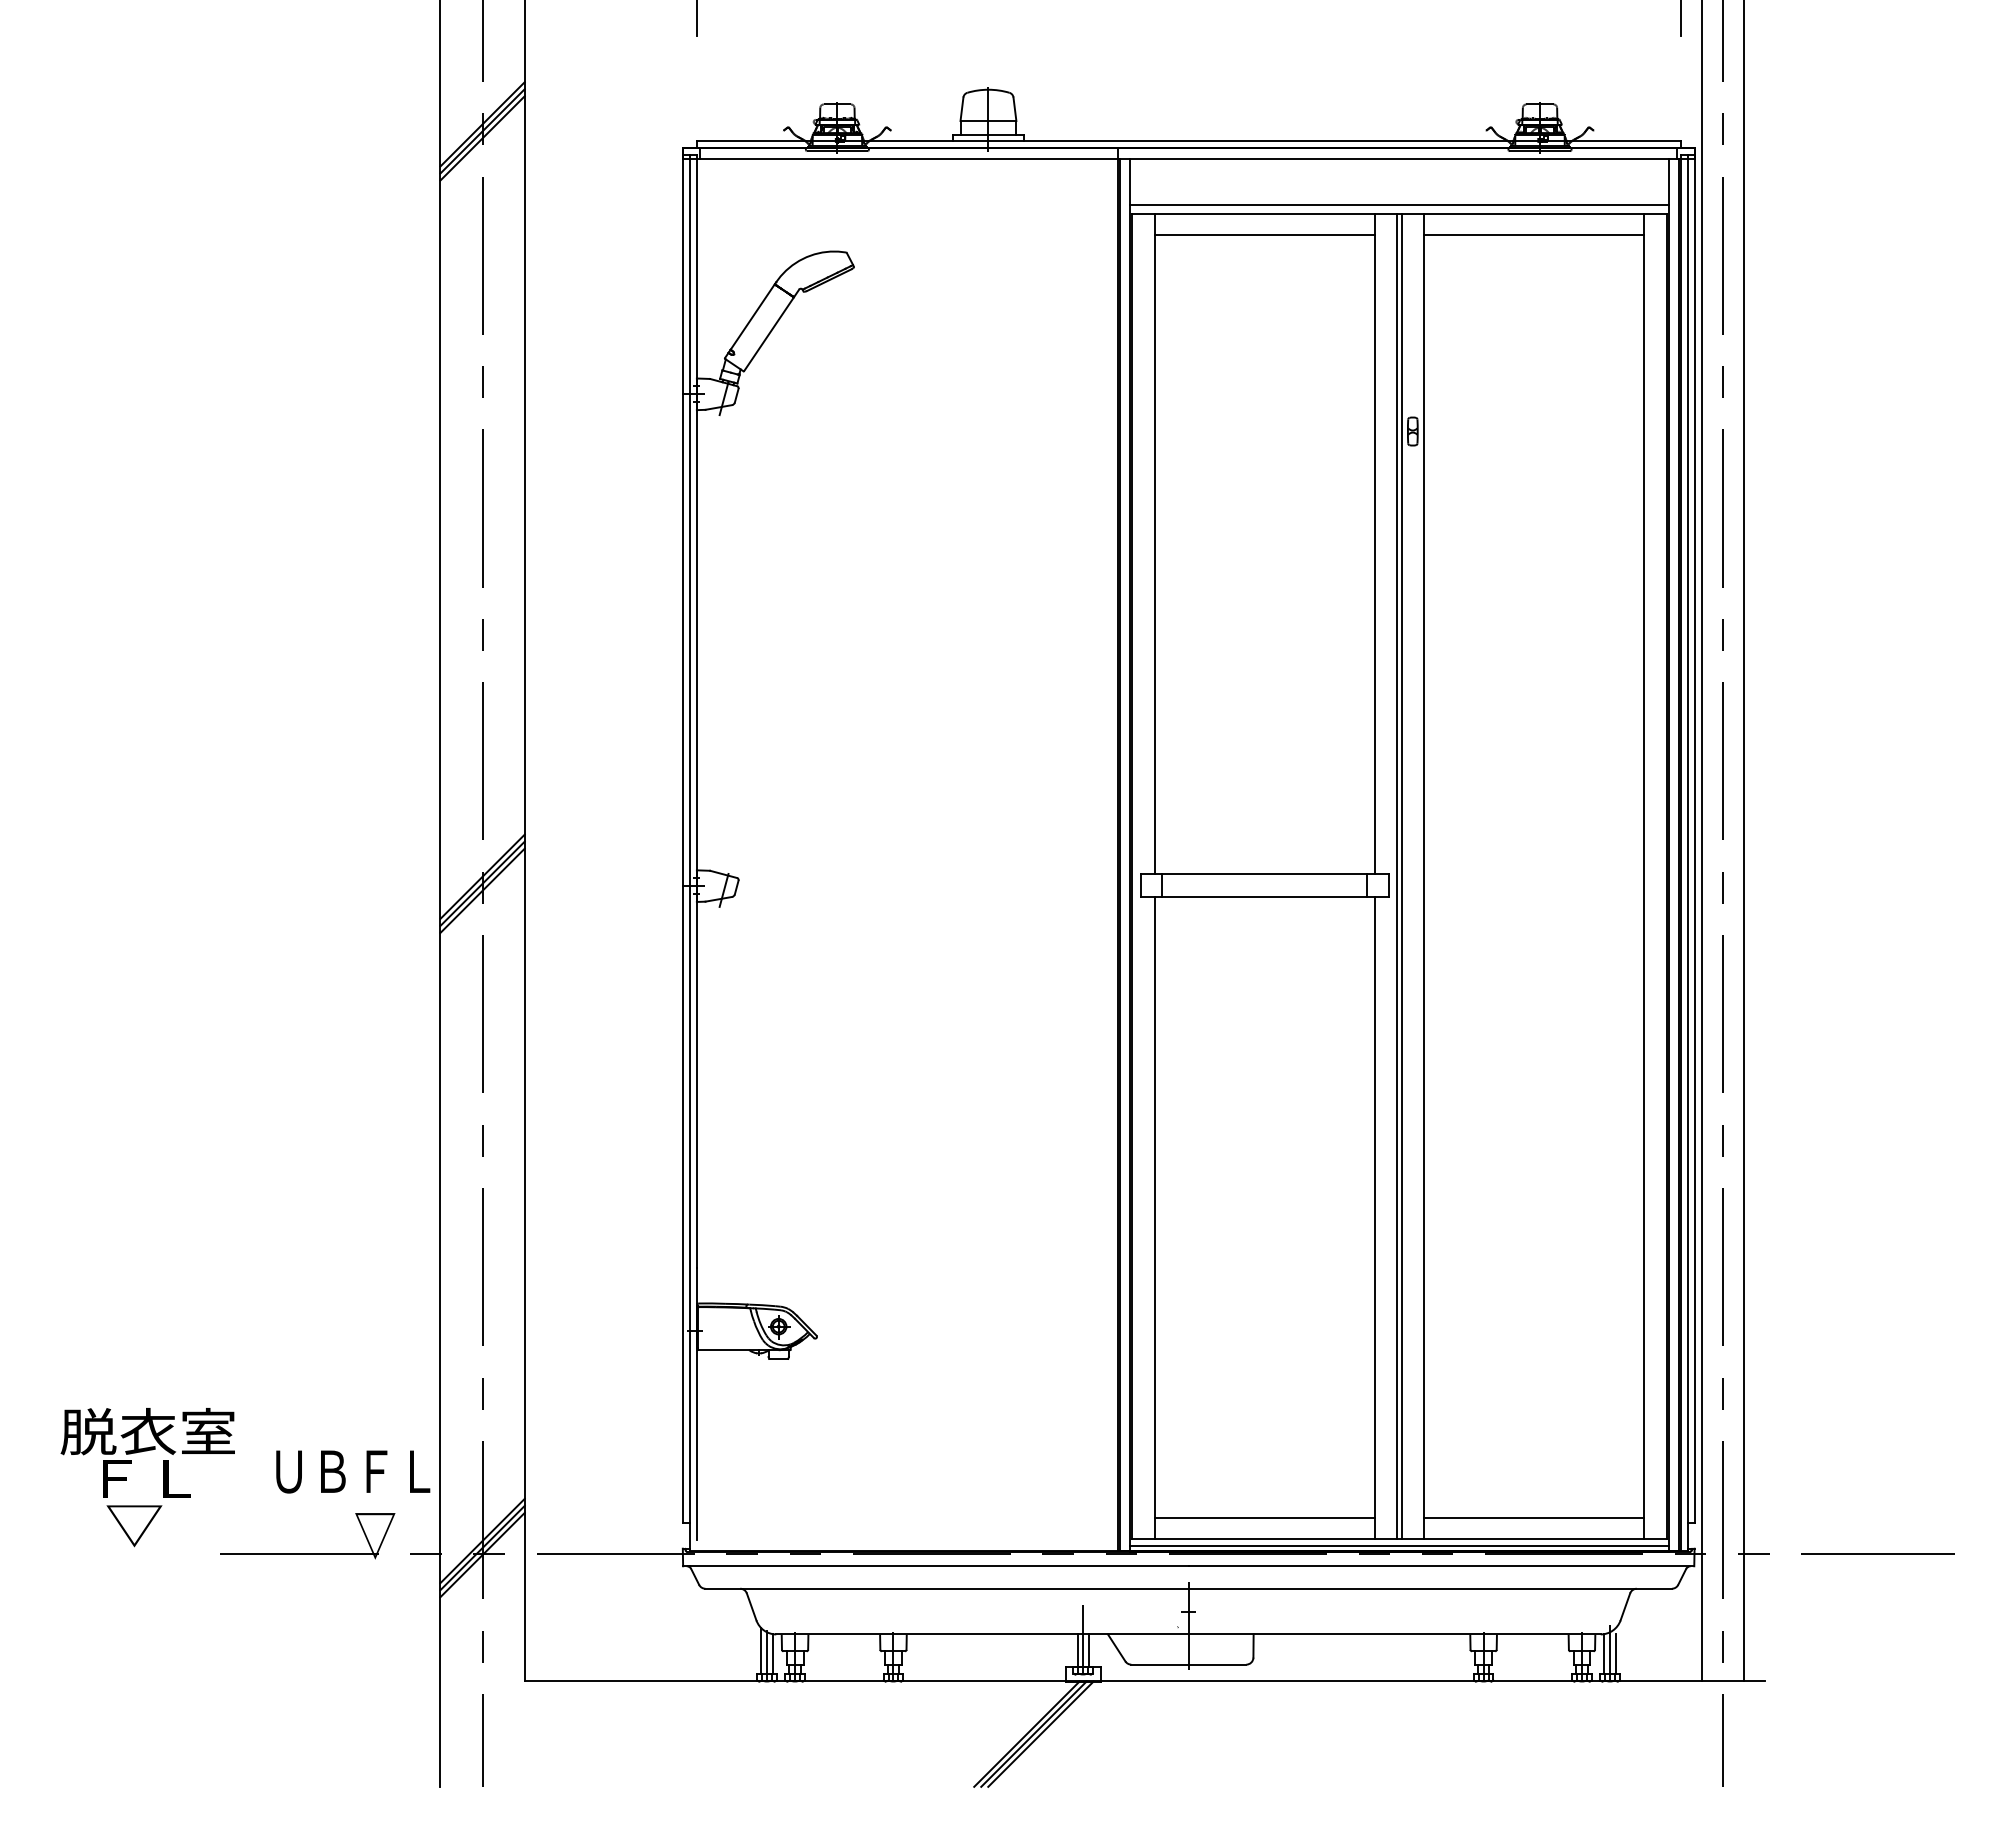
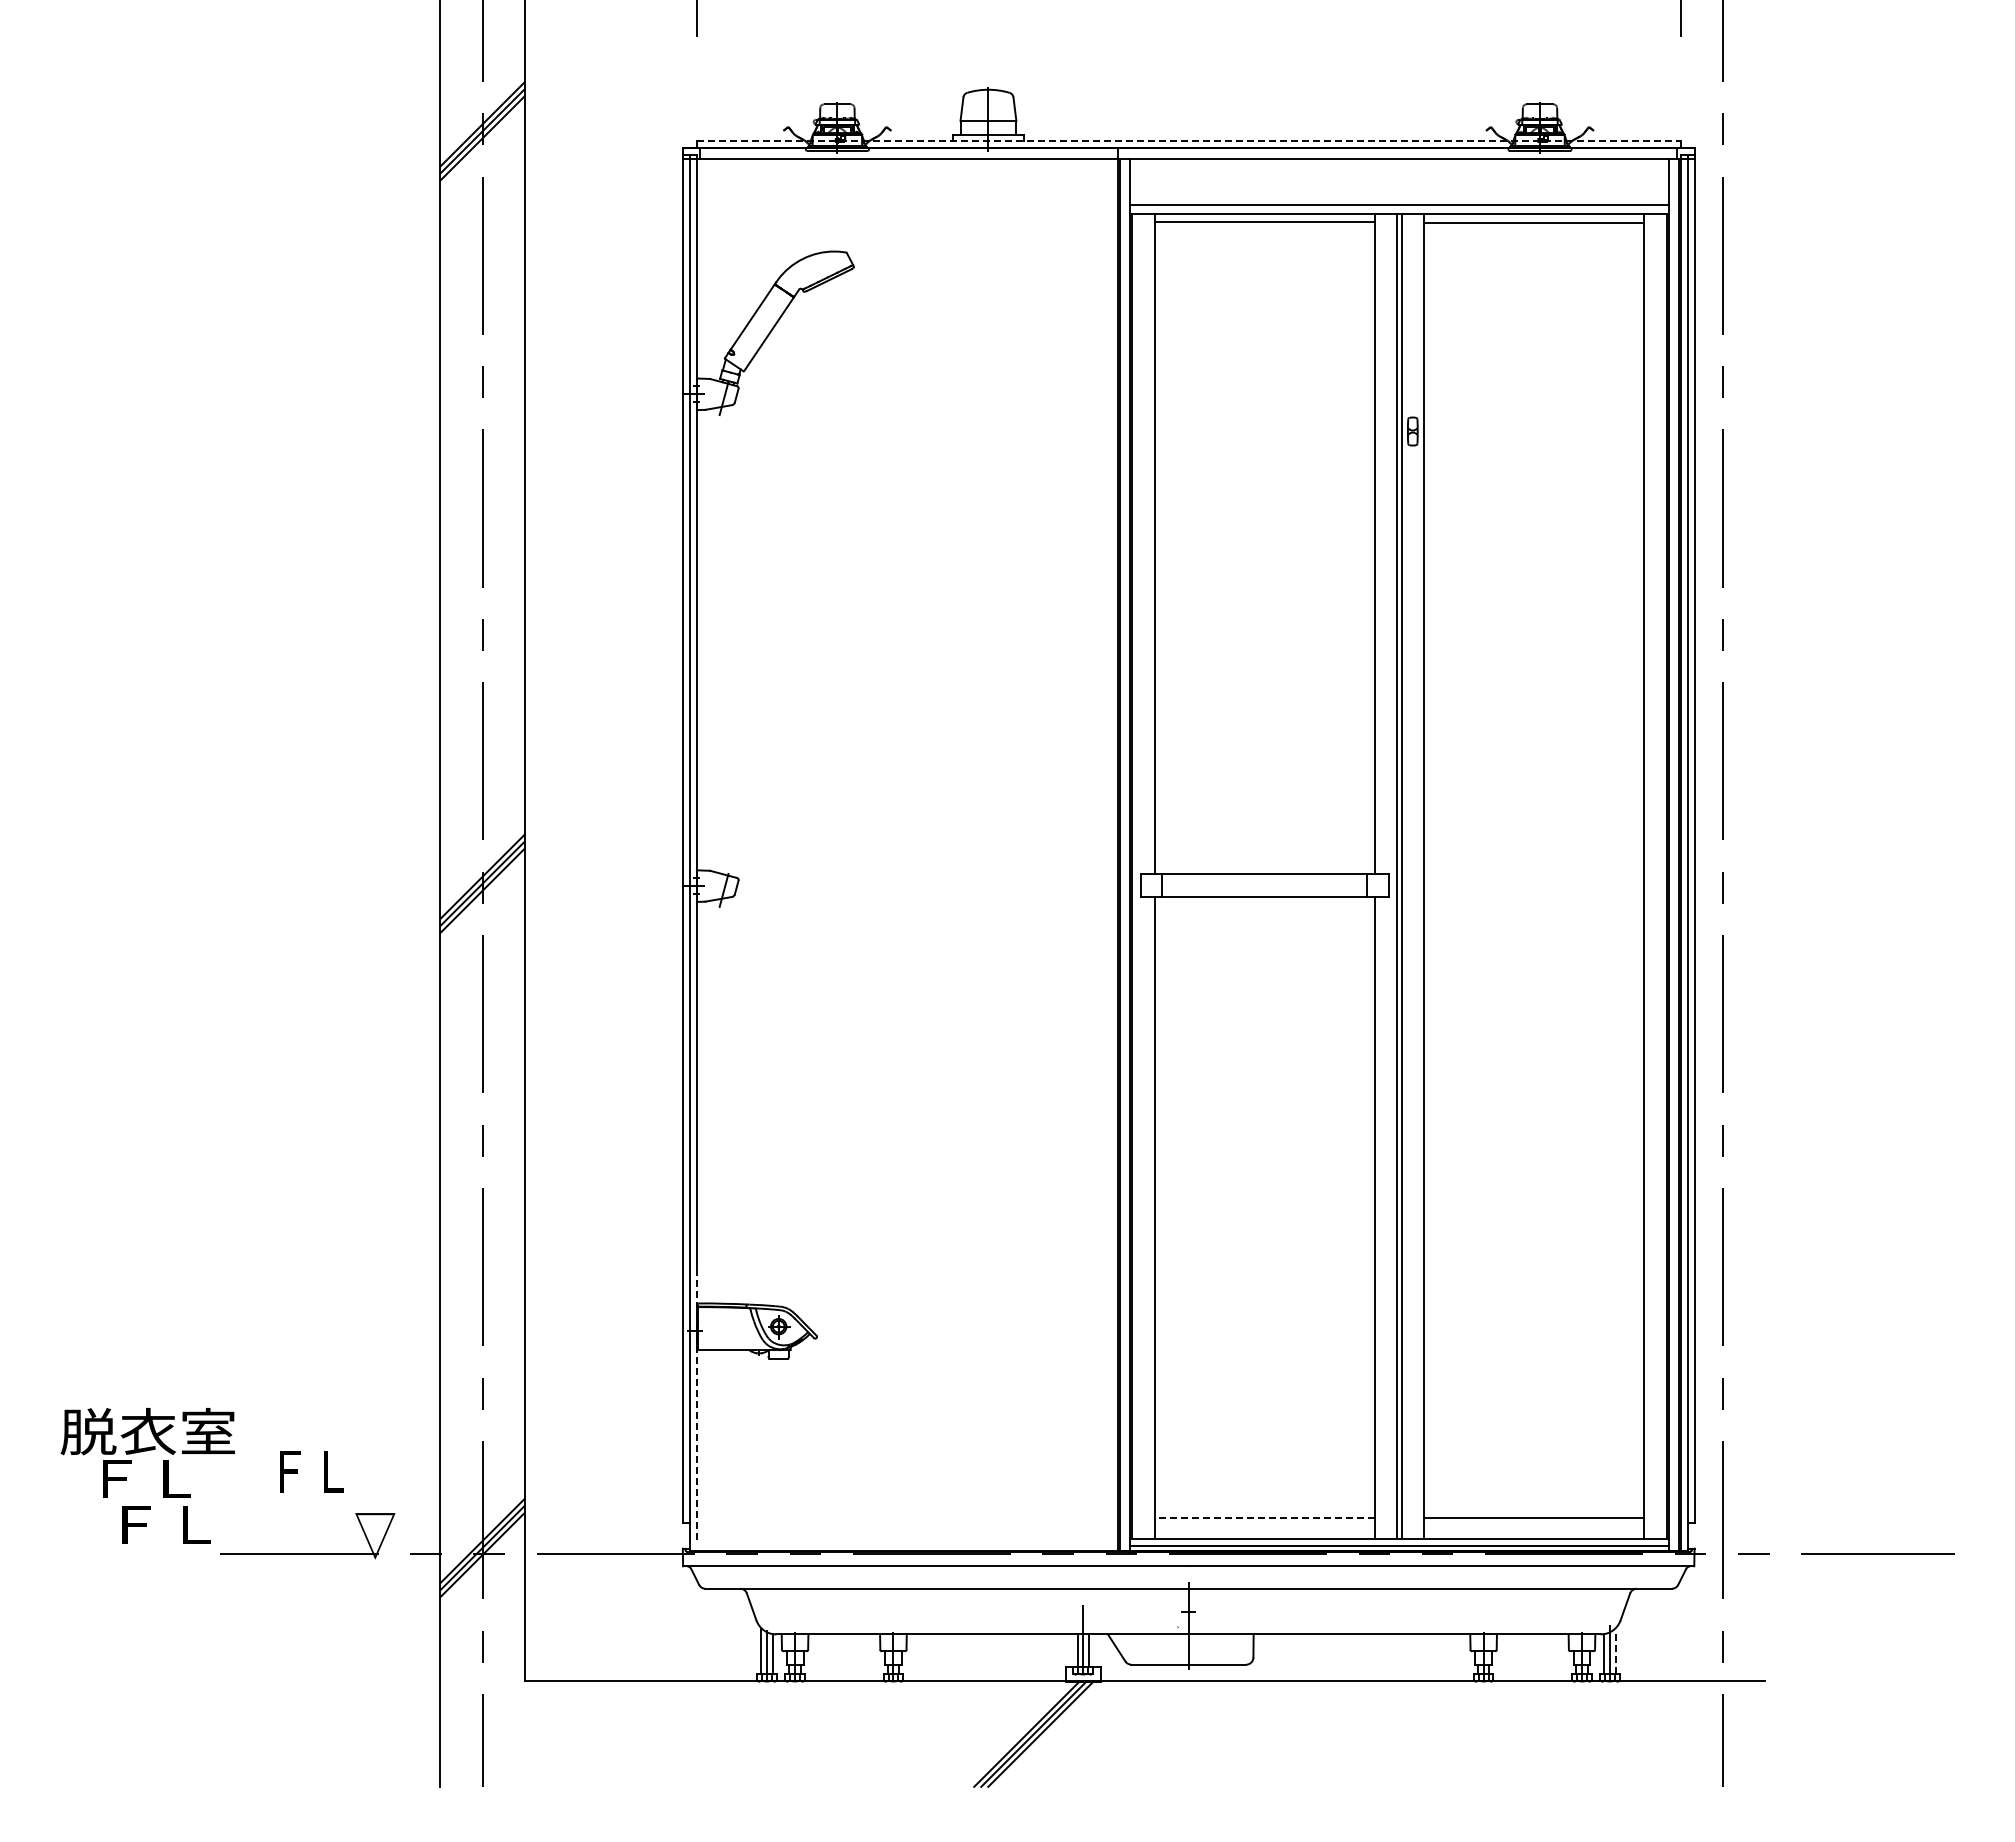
line at (1188, 141): solid -> dashed
line at (1264, 234) position: (1264, 234) -> (1264, 221)
line at (1534, 234) position: (1534, 234) -> (1534, 222)
line at (1701, 841): present -> none
line at (1743, 841): present -> none
line at (696, 1403): solid -> dashed
text at (353, 1471): ＵＢＦＬ -> ＦＬ
line at (1264, 1517): solid -> dashed
text at (158, 1526): ▽ -> ＦＬ
line at (1615, 1654): solid -> dashed
